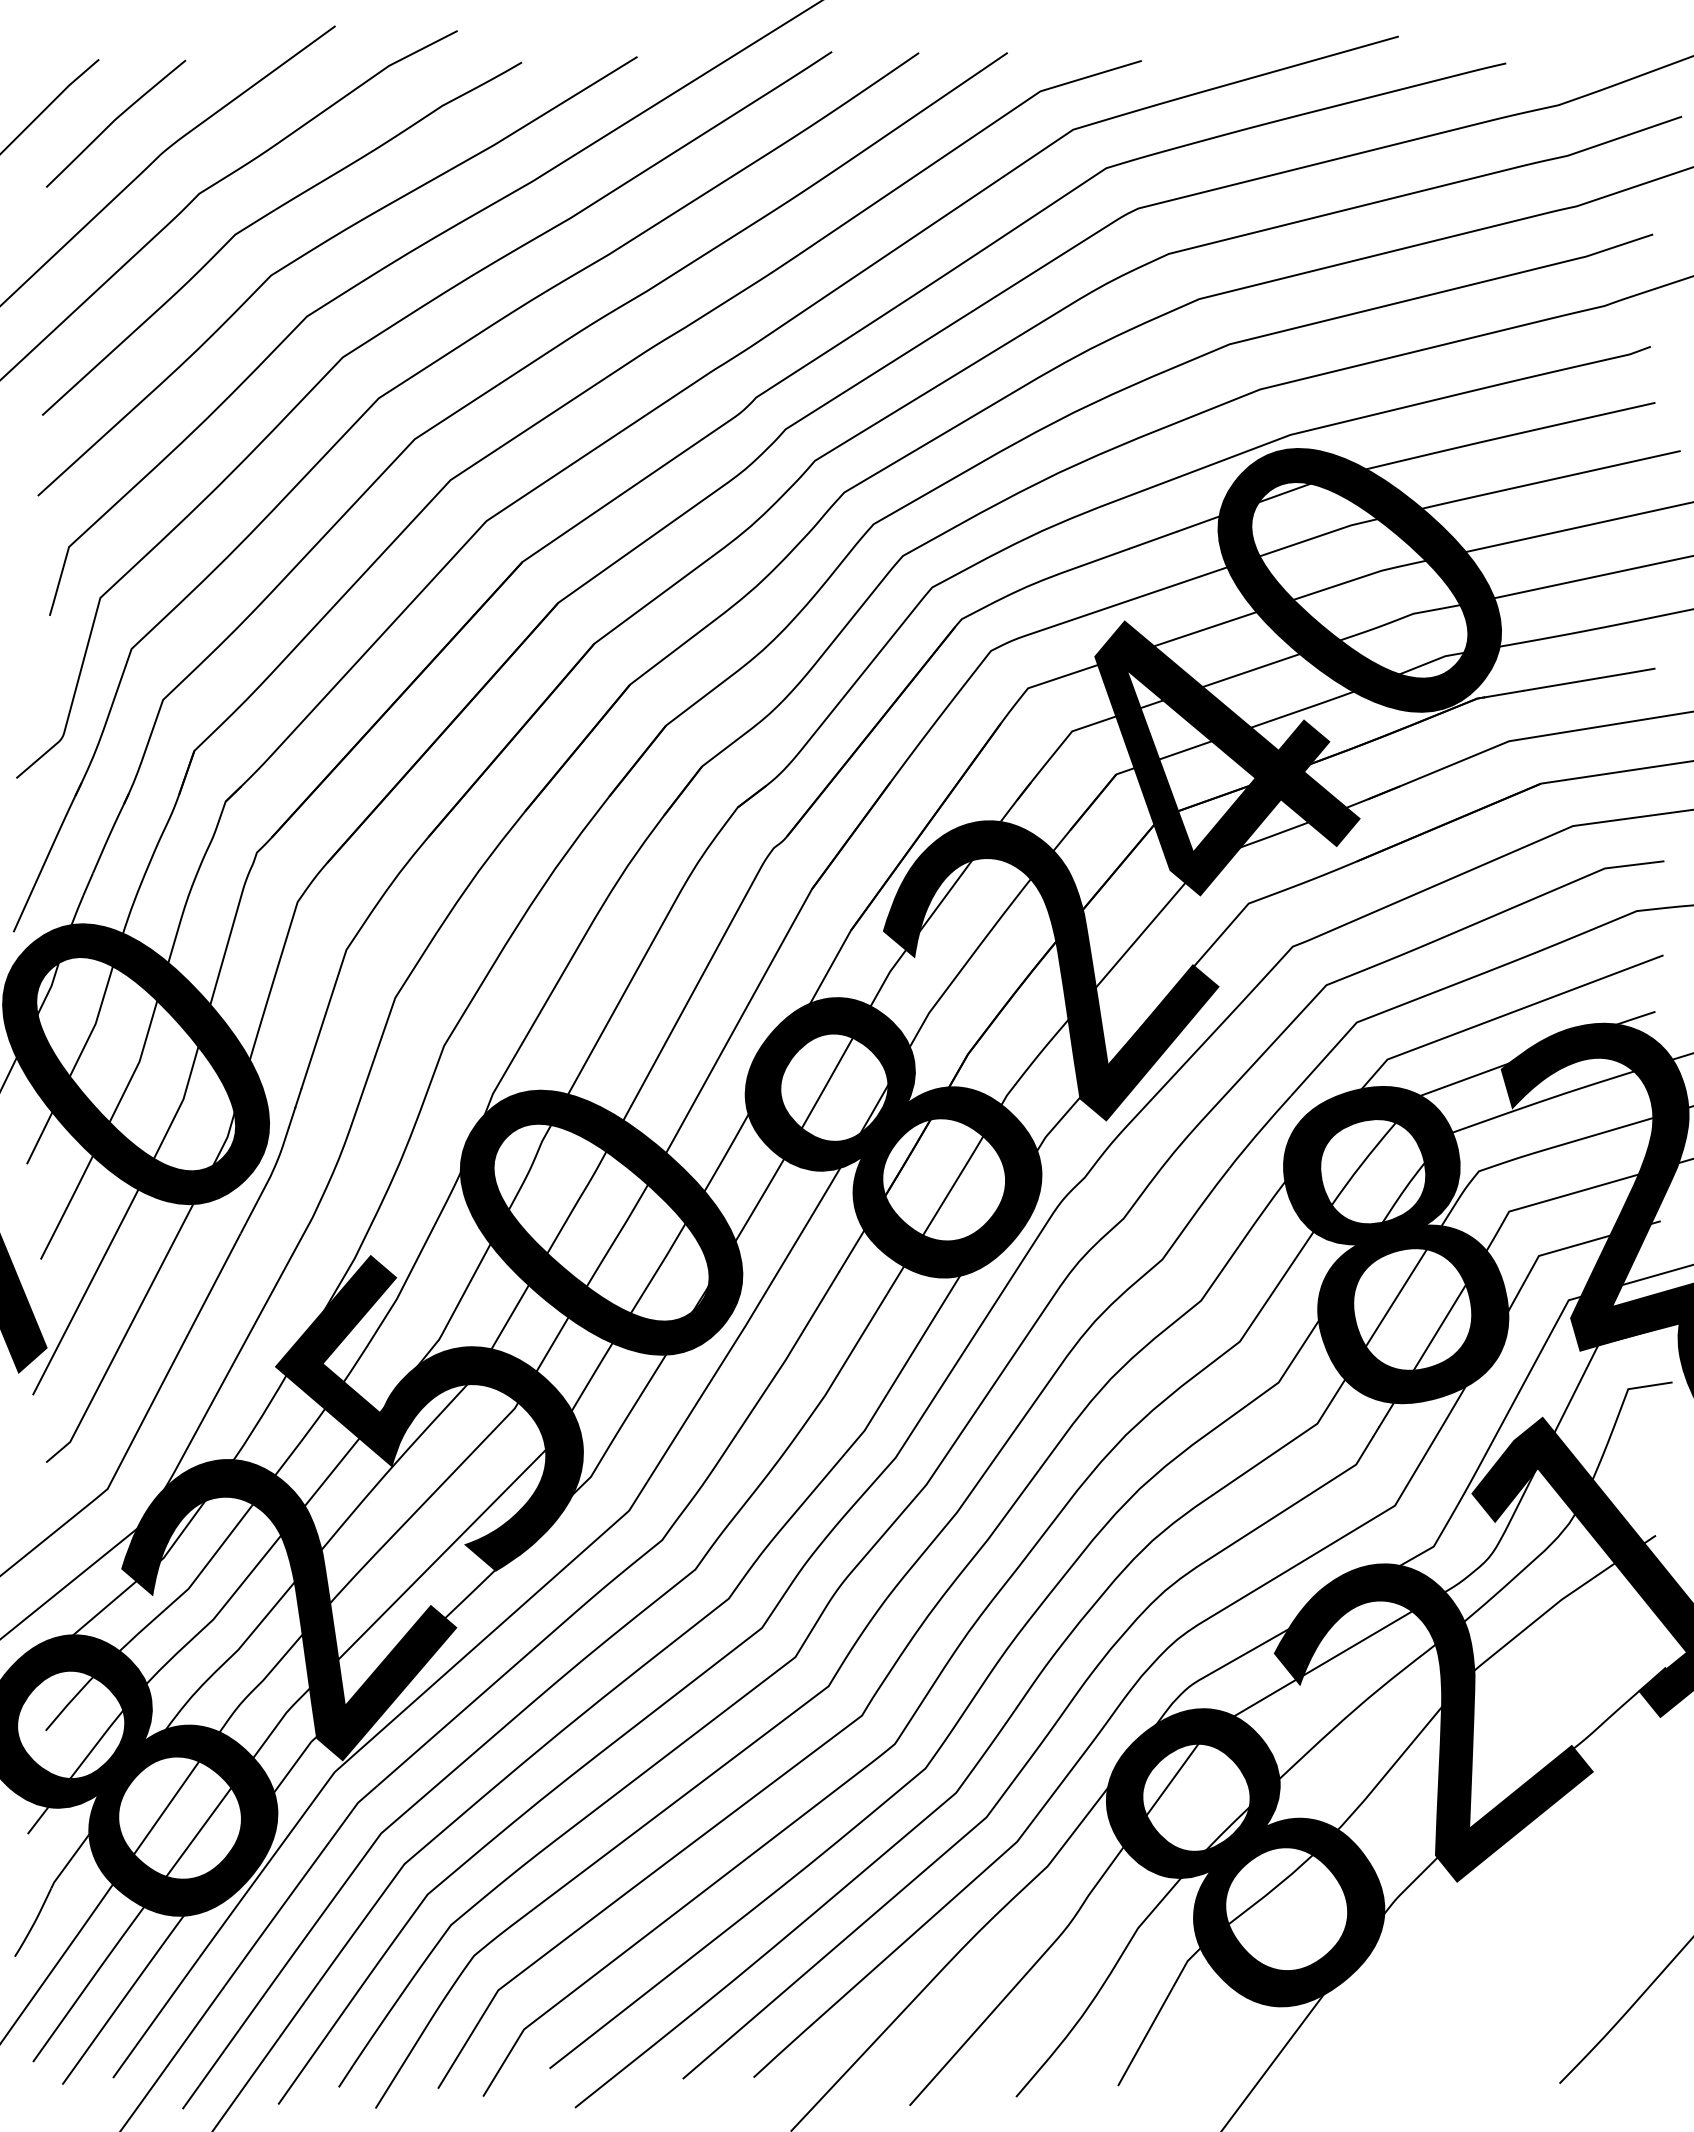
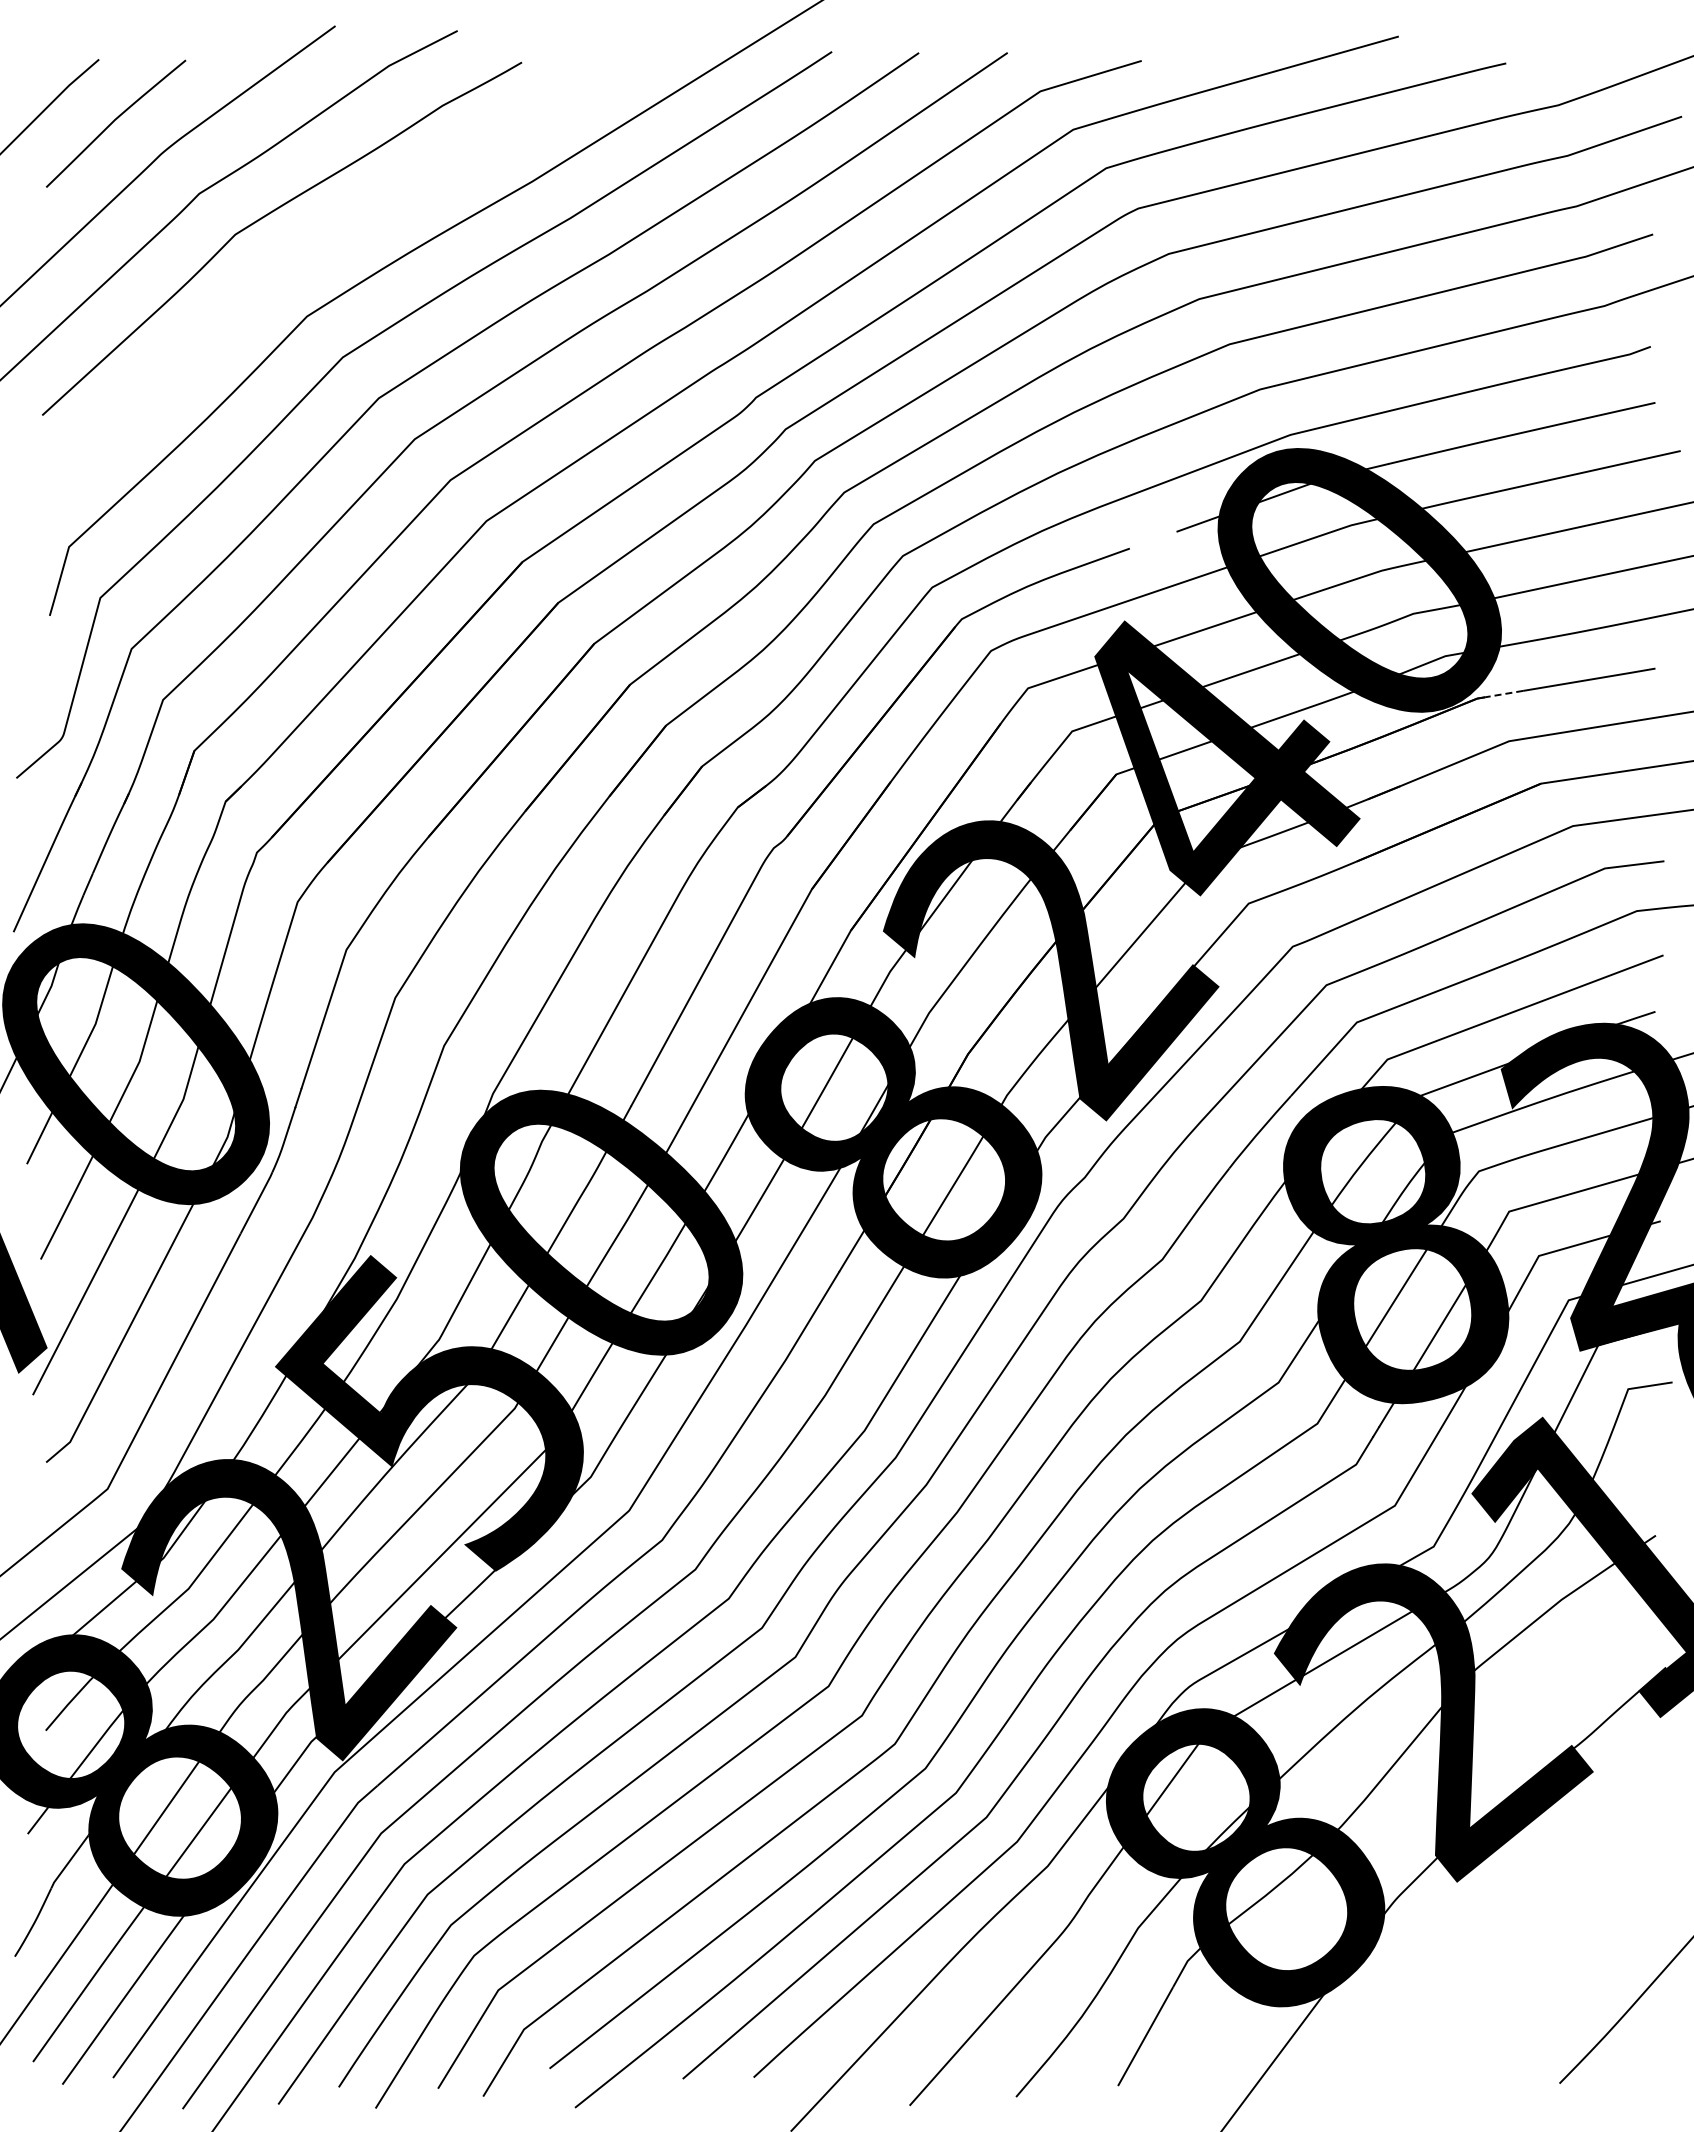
curve at (318, 247): present -> none
line at (1152, 539): present -> none
line at (1503, 694): solid -> dashed
